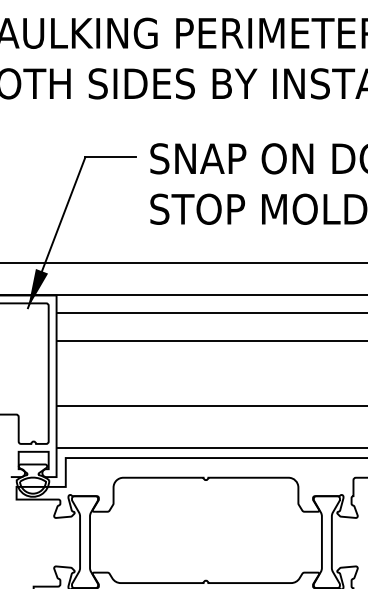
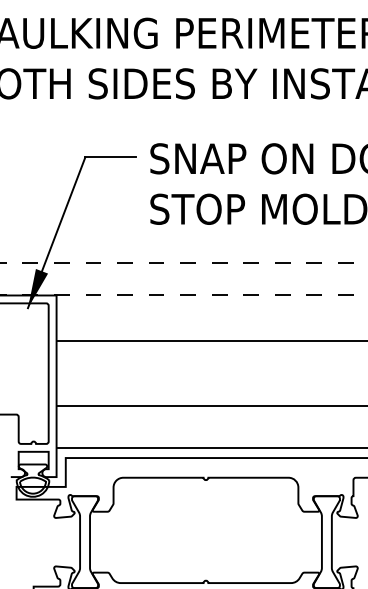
line at (184, 263): solid -> dashed
line at (184, 294): solid -> dashed
line at (210, 313): present -> none
